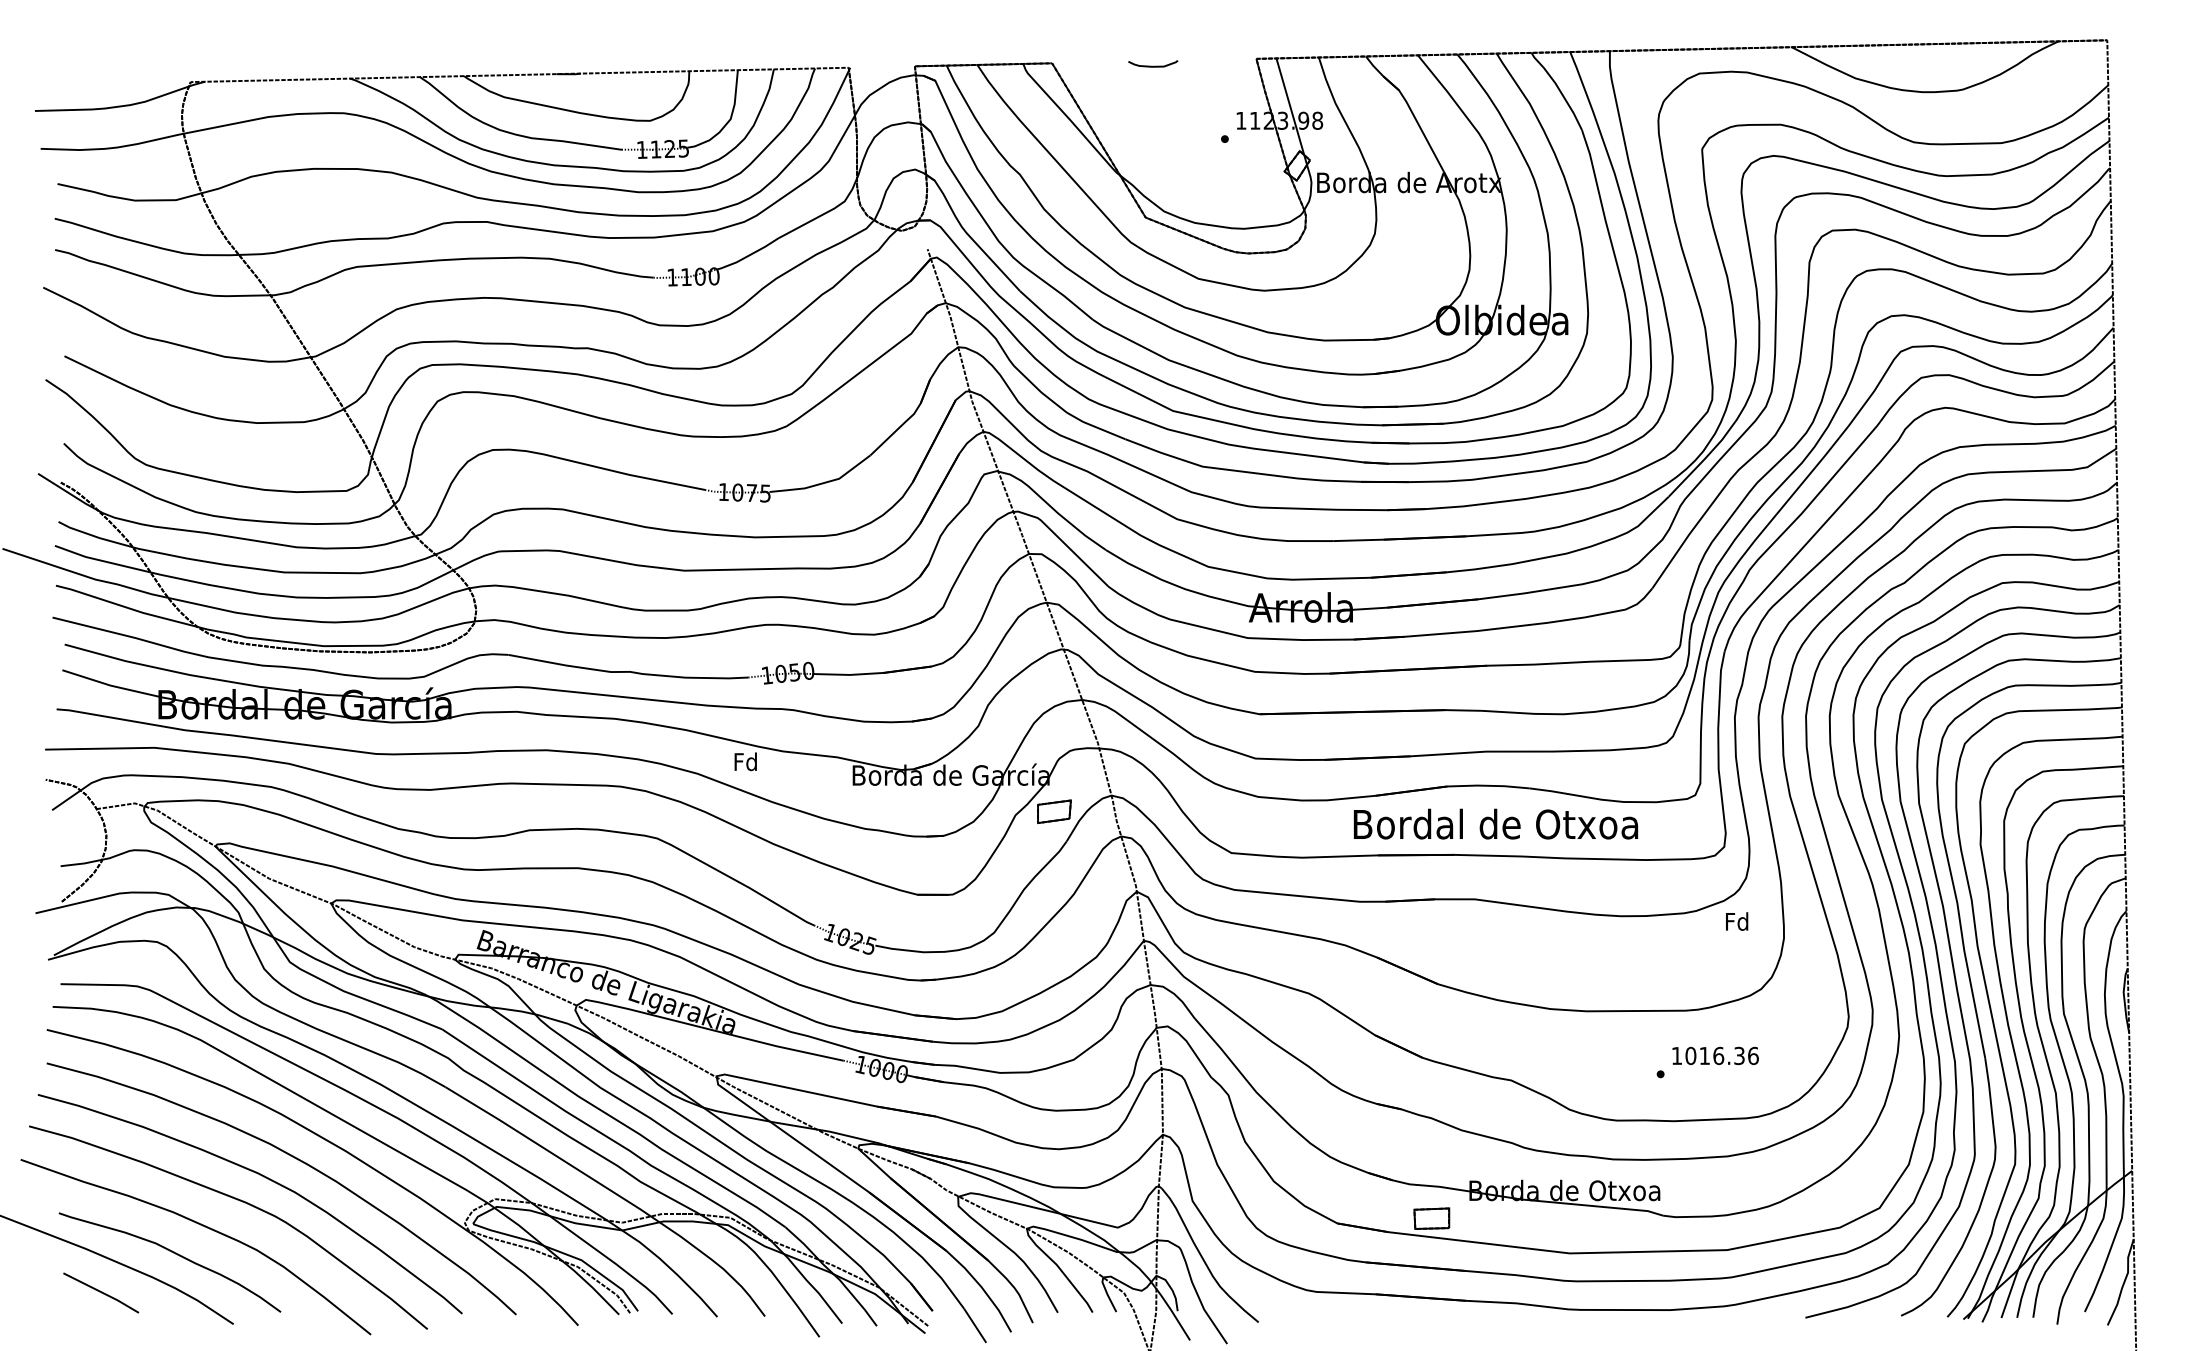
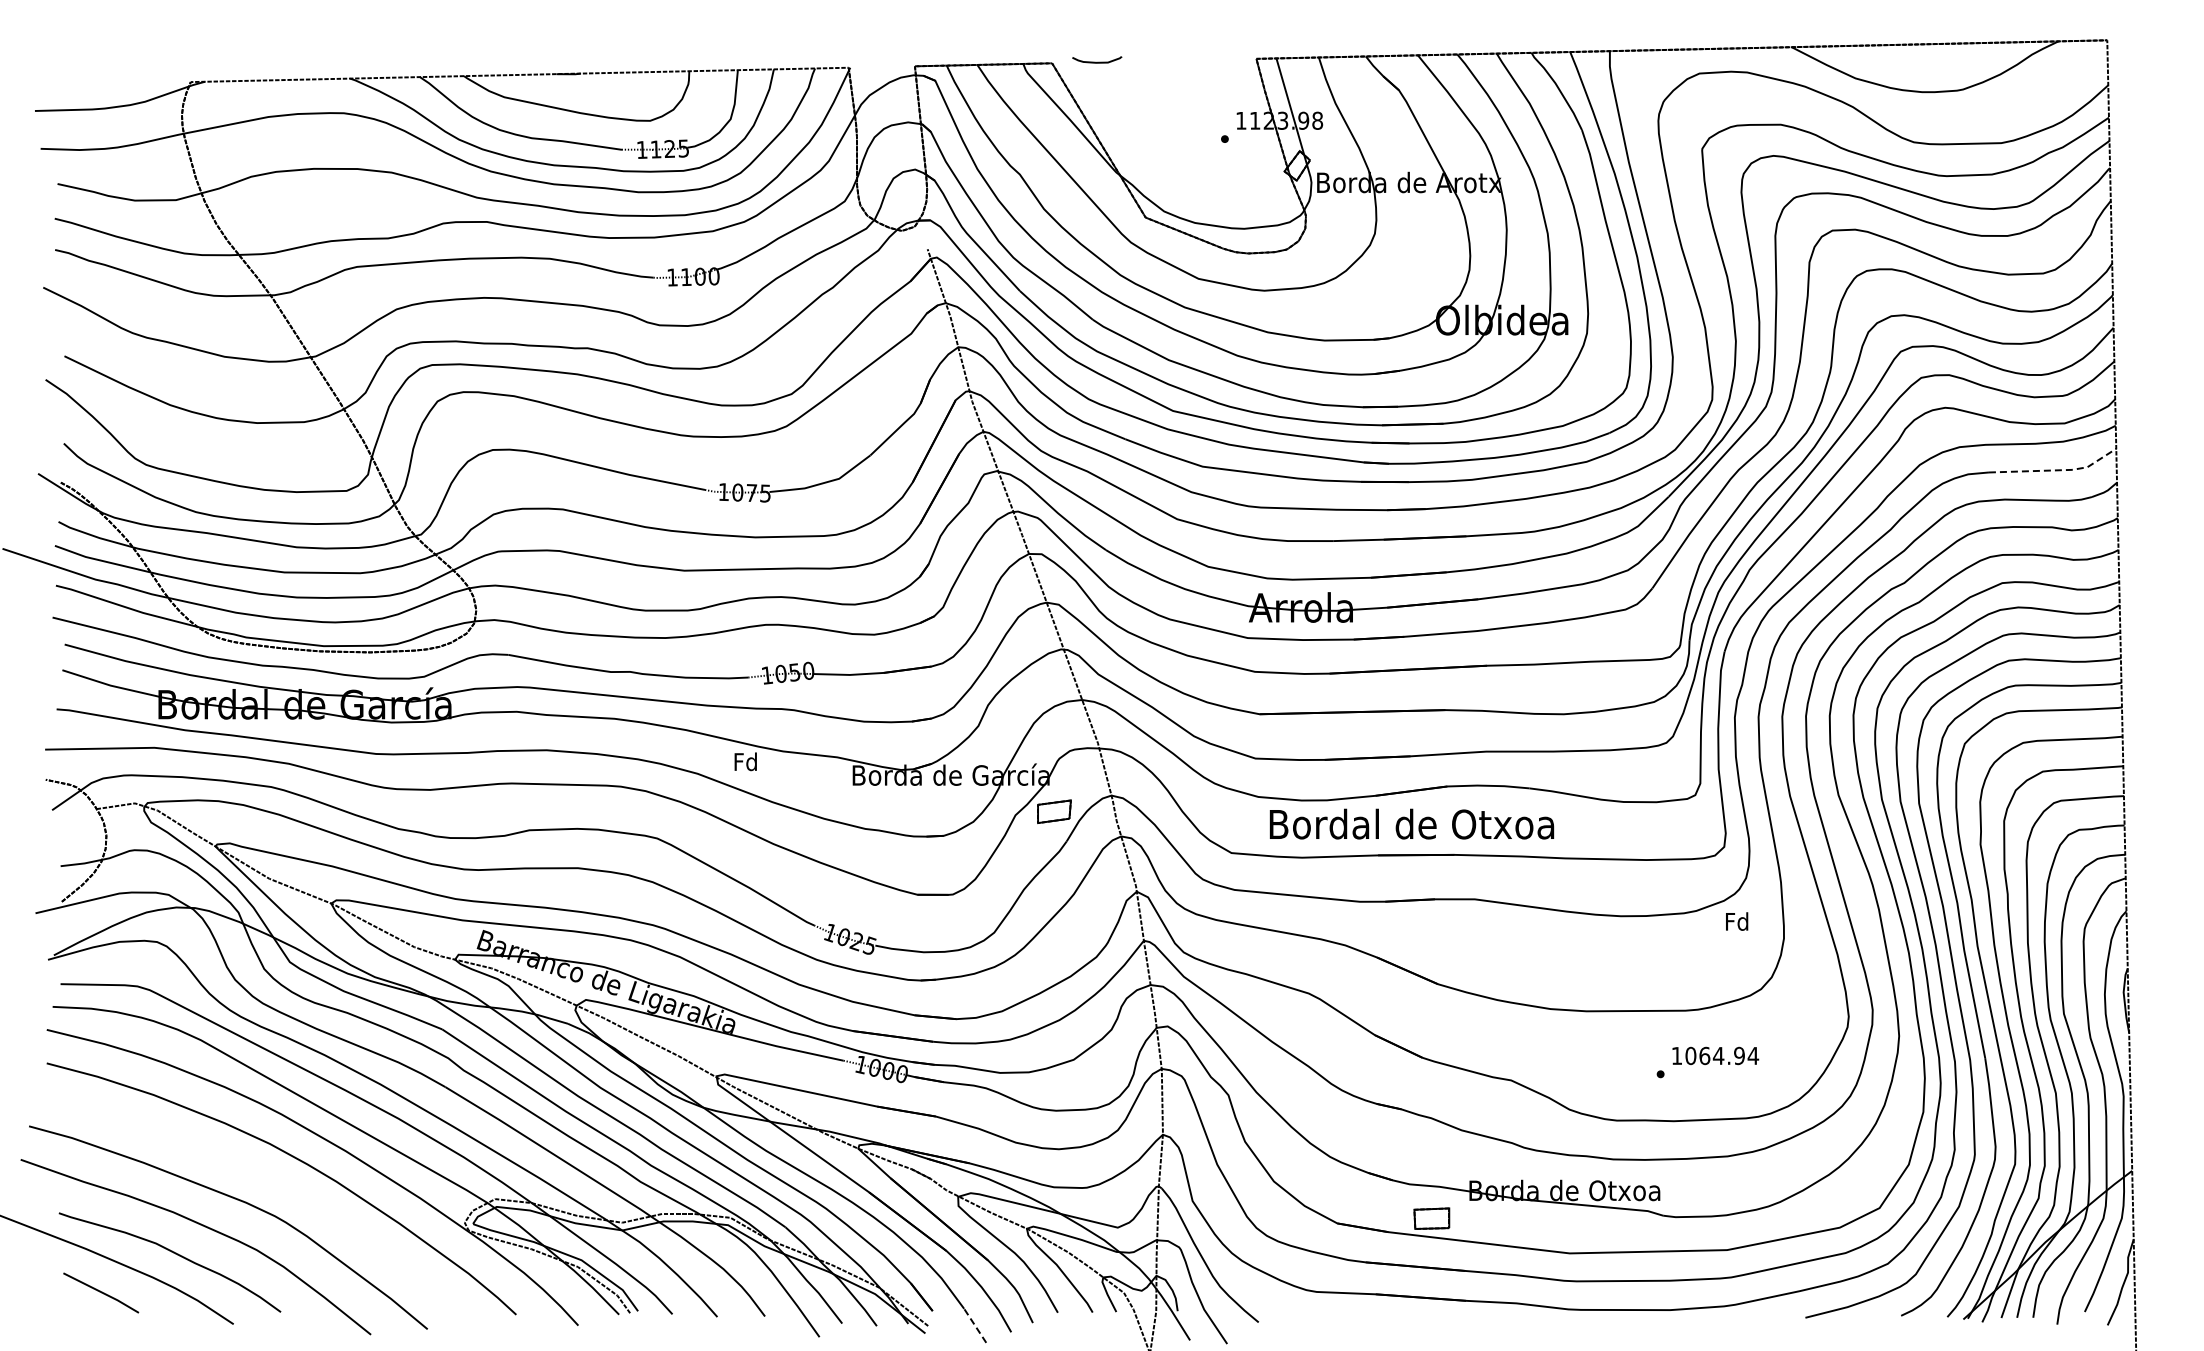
curve at (1153, 65) position: (1153, 65) -> (1097, 61)
line at (2057, 470): solid -> dashed
text at (1495, 823) position: (1495, 823) -> (1411, 823)
text at (1729, 1055): 1016.36 -> 1064.94
curve at (263, 1177): present -> none
line at (974, 1325): solid -> dashed
